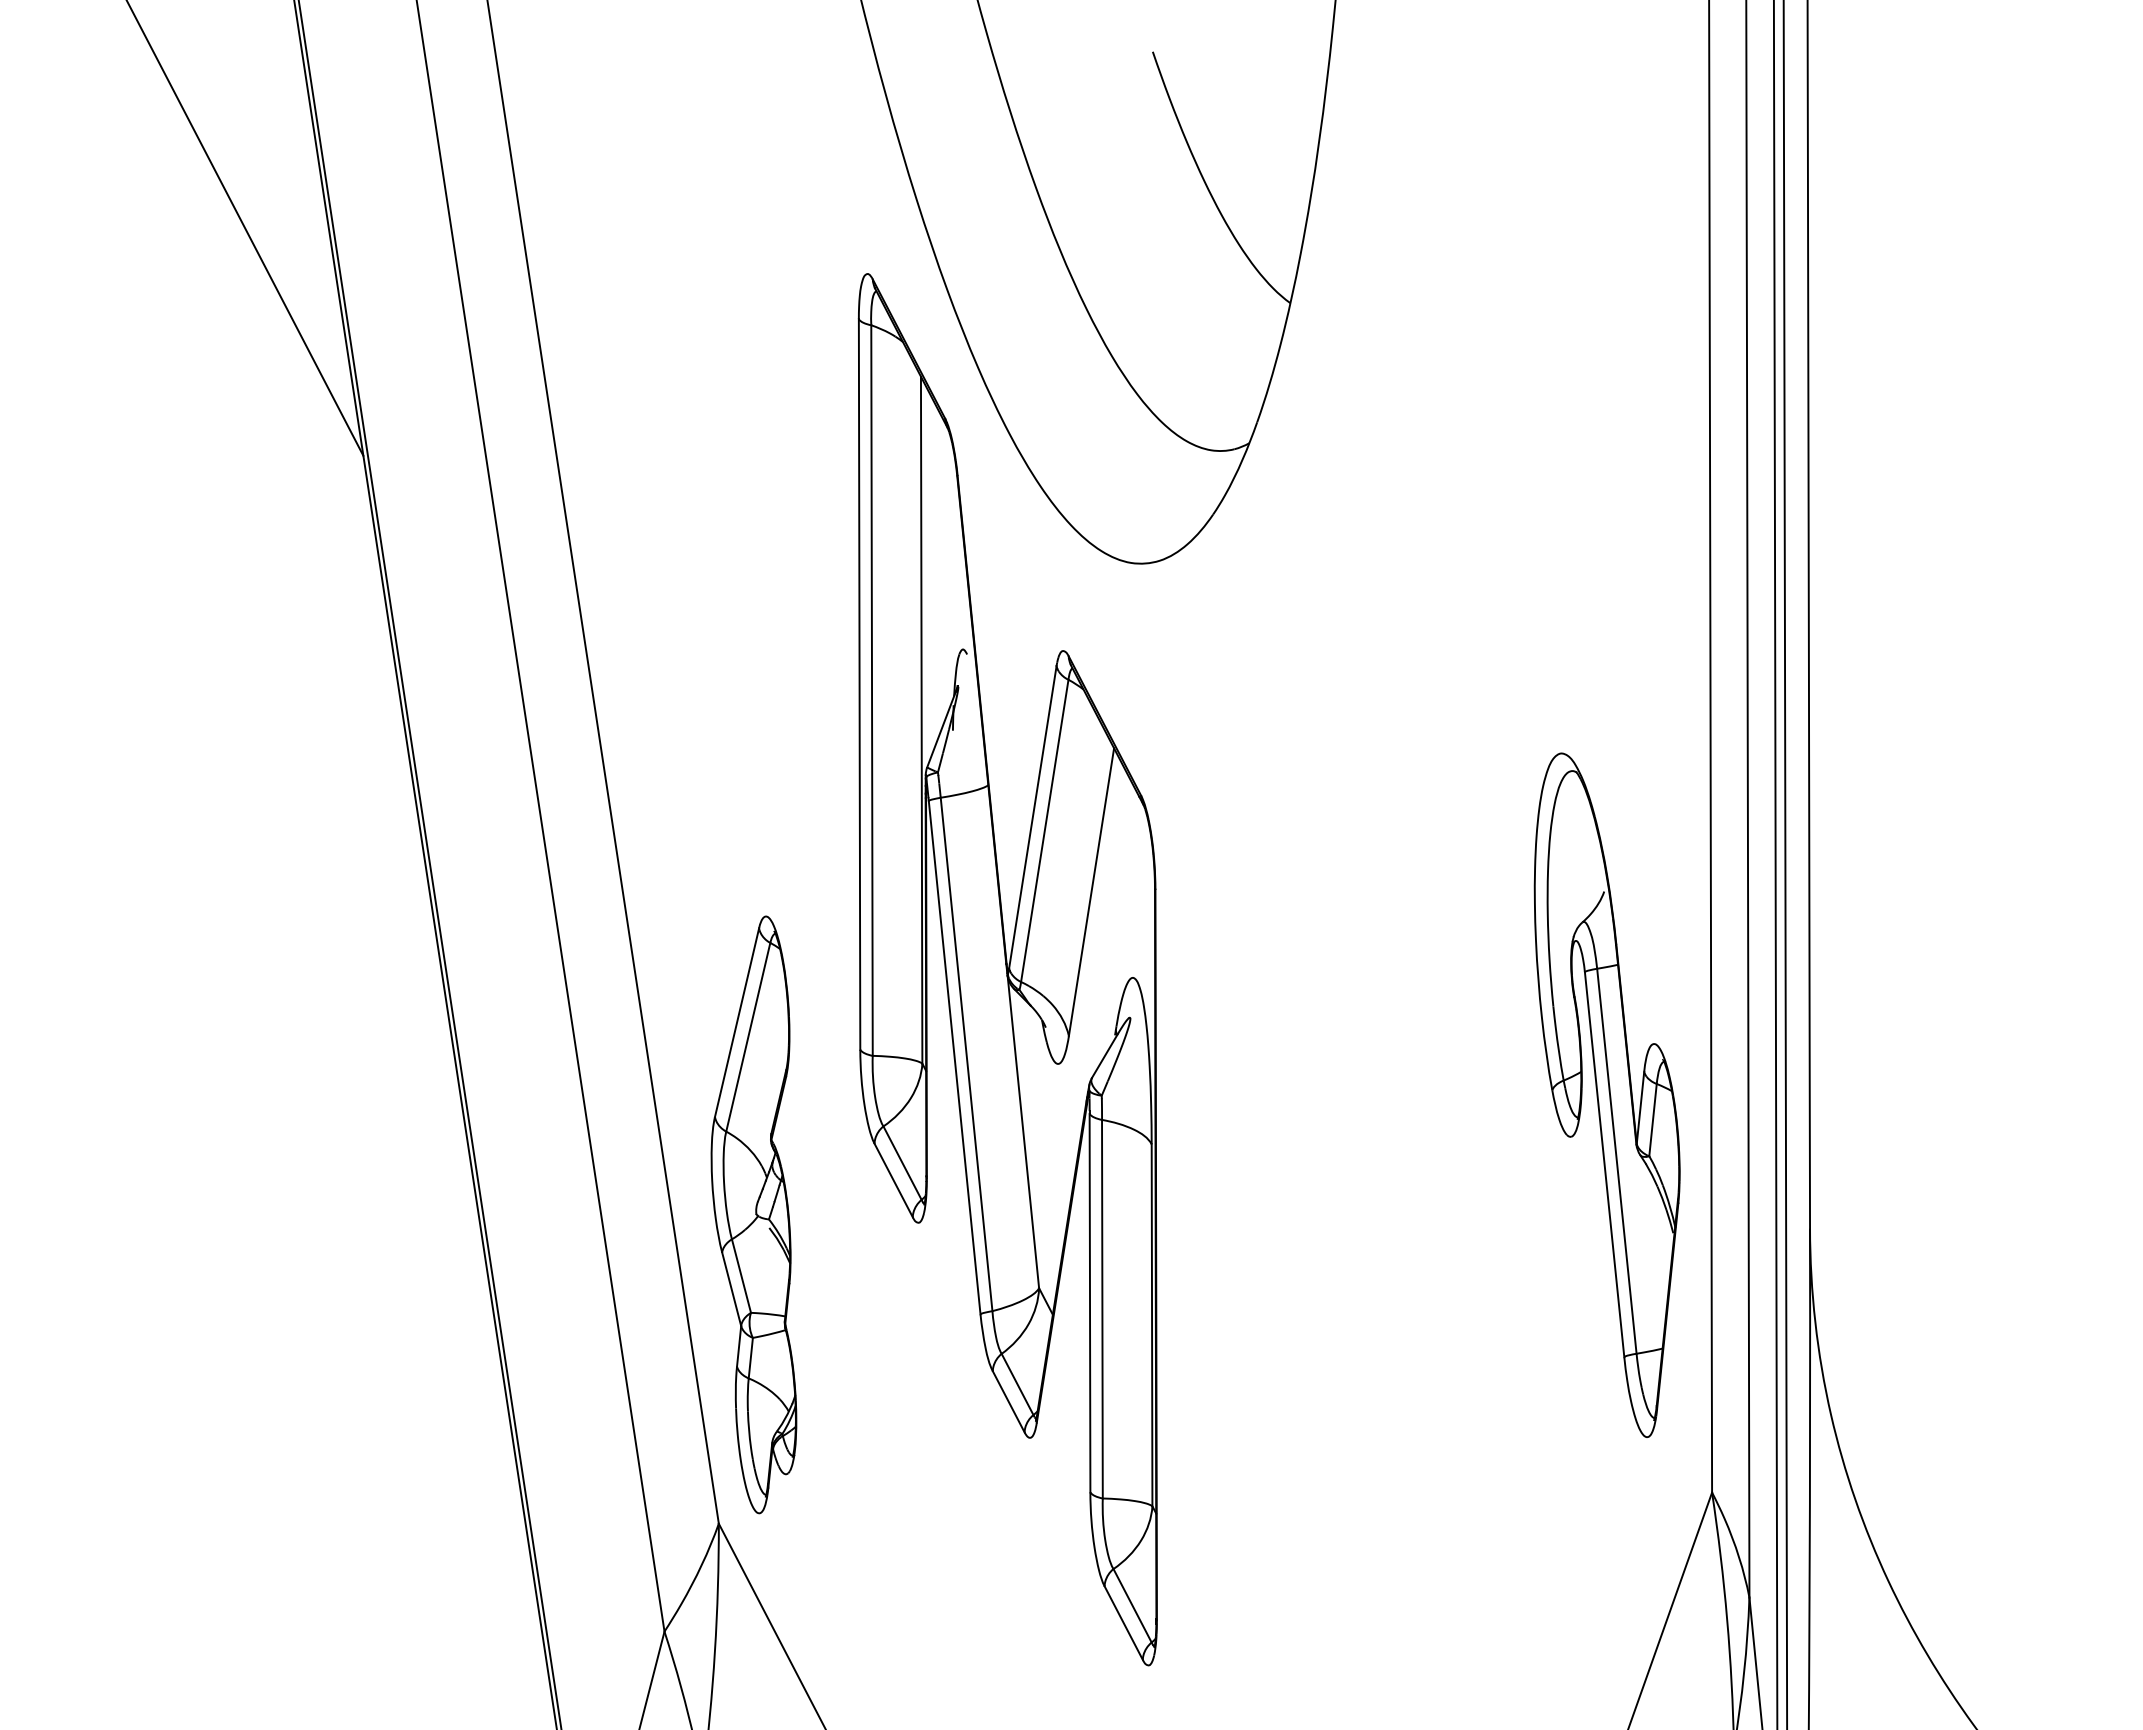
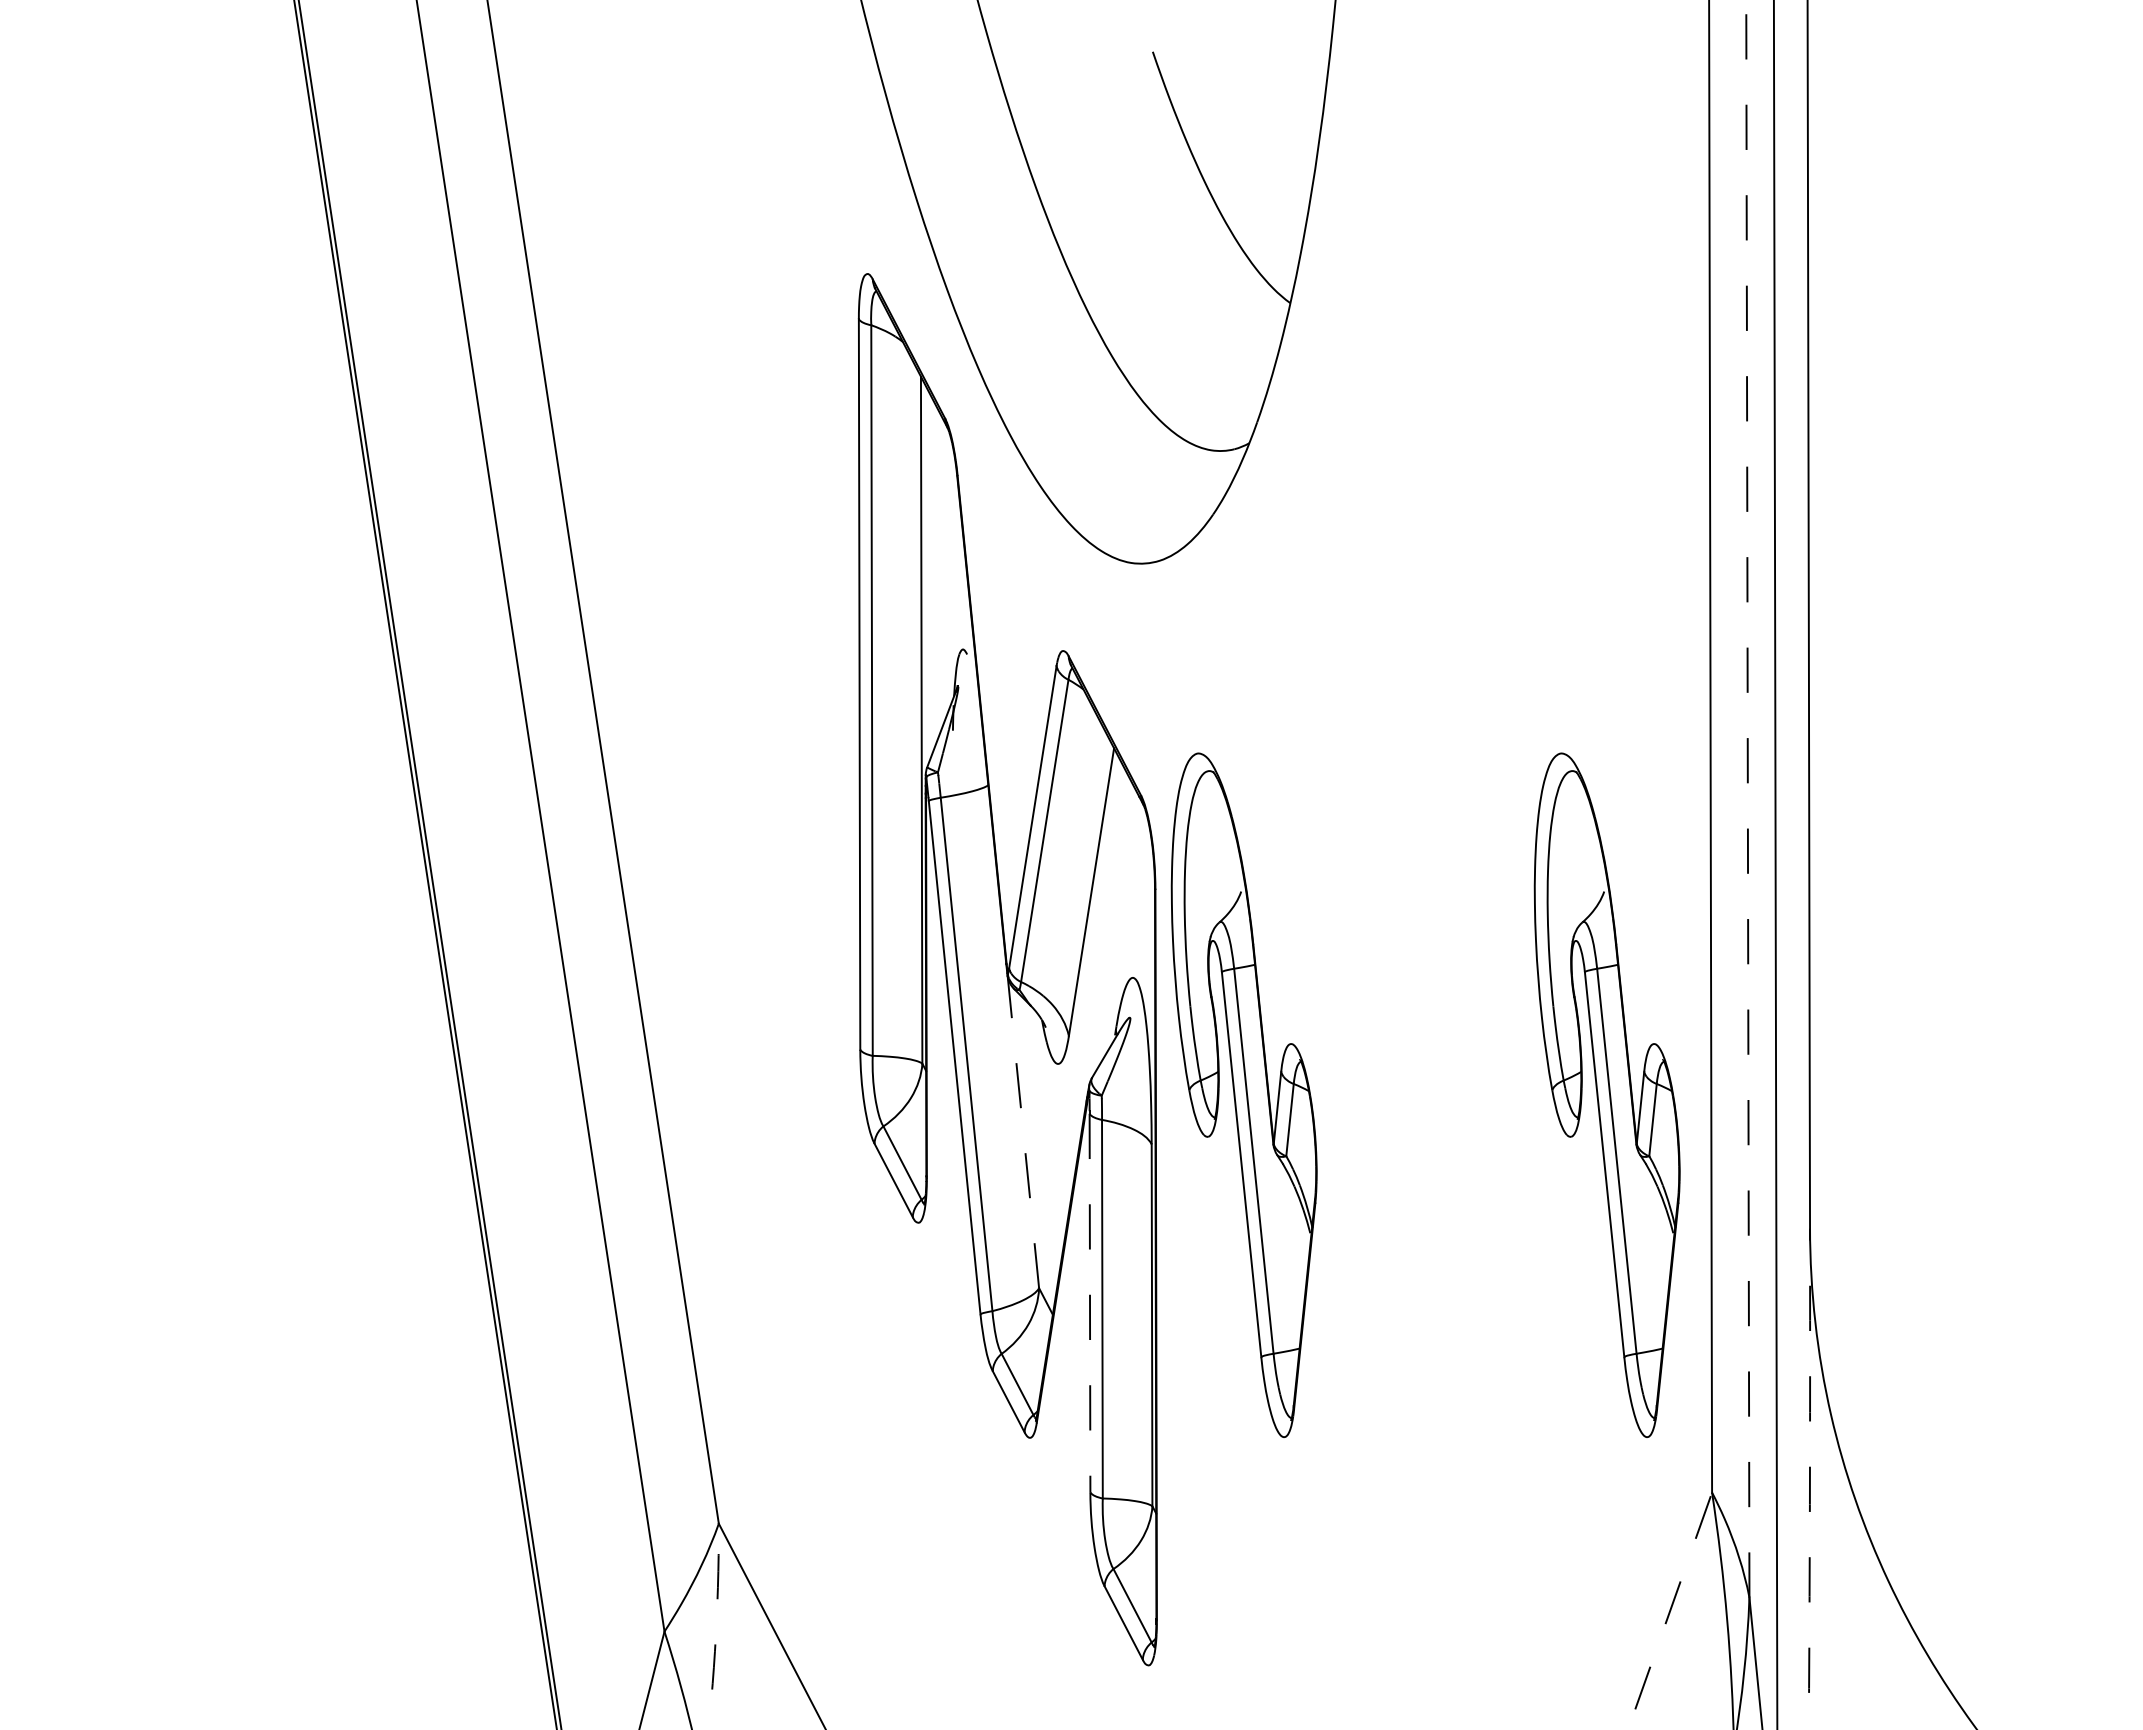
line at (245, 228): present -> none
line at (1747, 798): solid -> dashed
line at (1785, 864): present -> none
part at (1243, 1094): none -> present
line at (1023, 1132): solid -> dashed
part at (753, 1214): present -> none
line at (1090, 1303): solid -> dashed
arc at (1809, 1478): solid -> dashed
line at (1670, 1611): solid -> dashed
arc at (716, 1626): solid -> dashed
